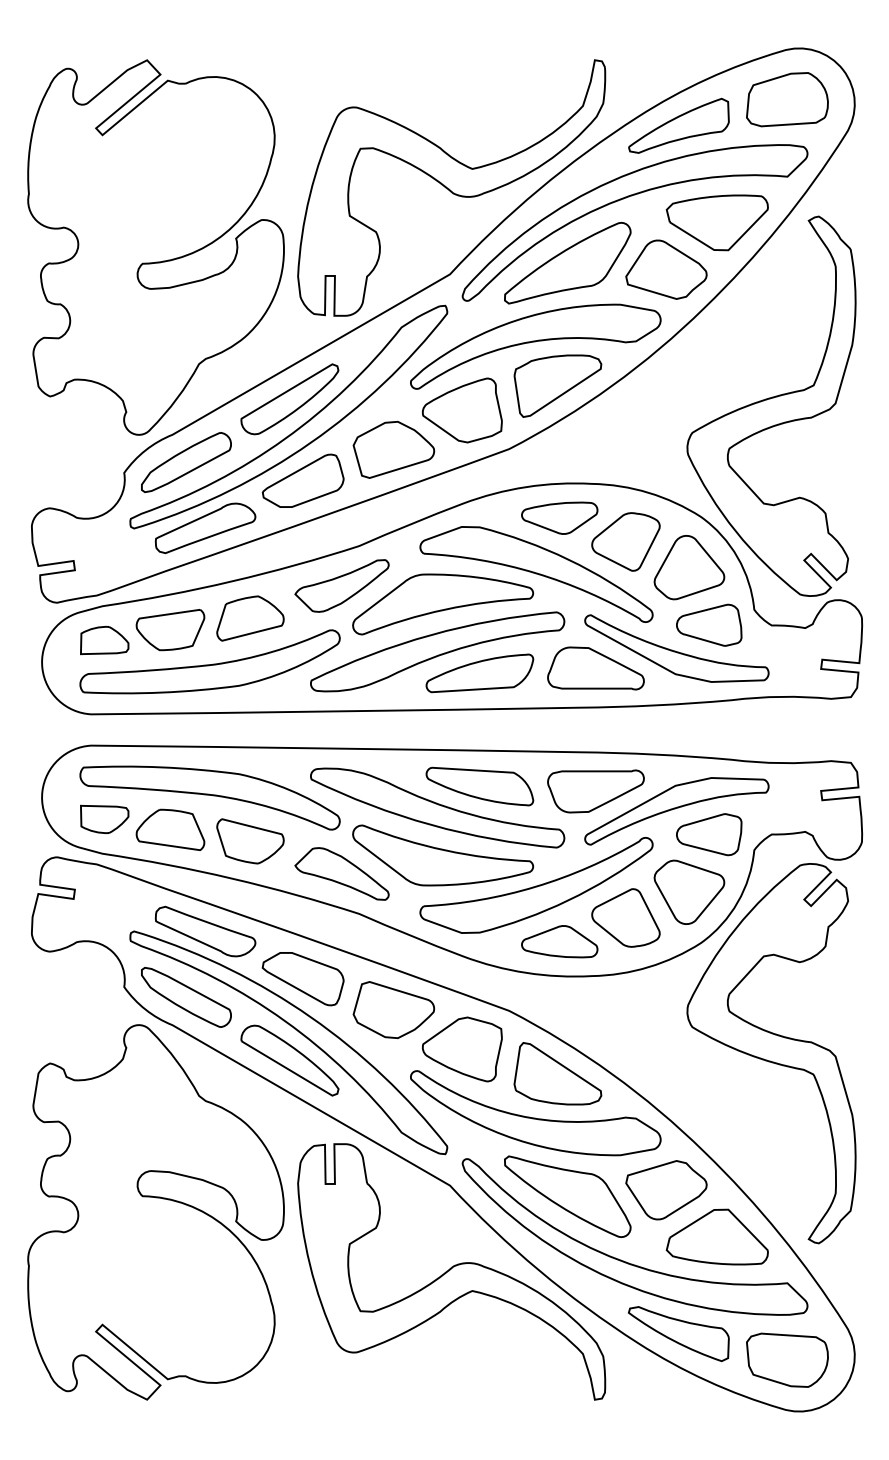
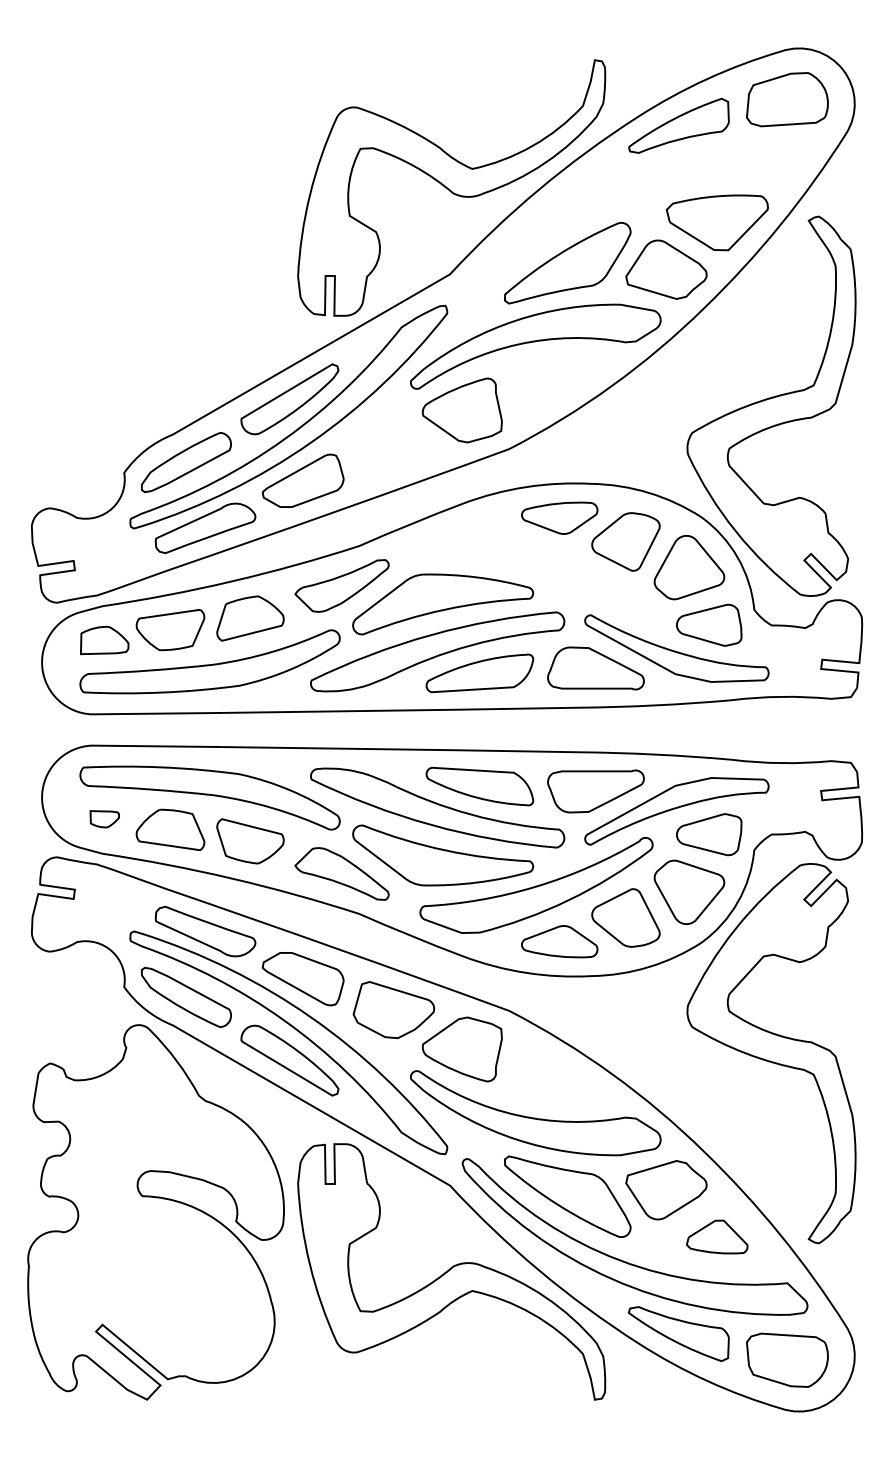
part at (626, 198): present -> none
part at (155, 247): present -> none
part at (557, 385): present -> none
curve at (396, 468): present -> none
part at (536, 574): present -> none
part at (104, 818) size: 50x30 px -> 31x19 px
part at (557, 1073): present -> none
part at (716, 1236) size: 104x58 px -> 63x36 px
